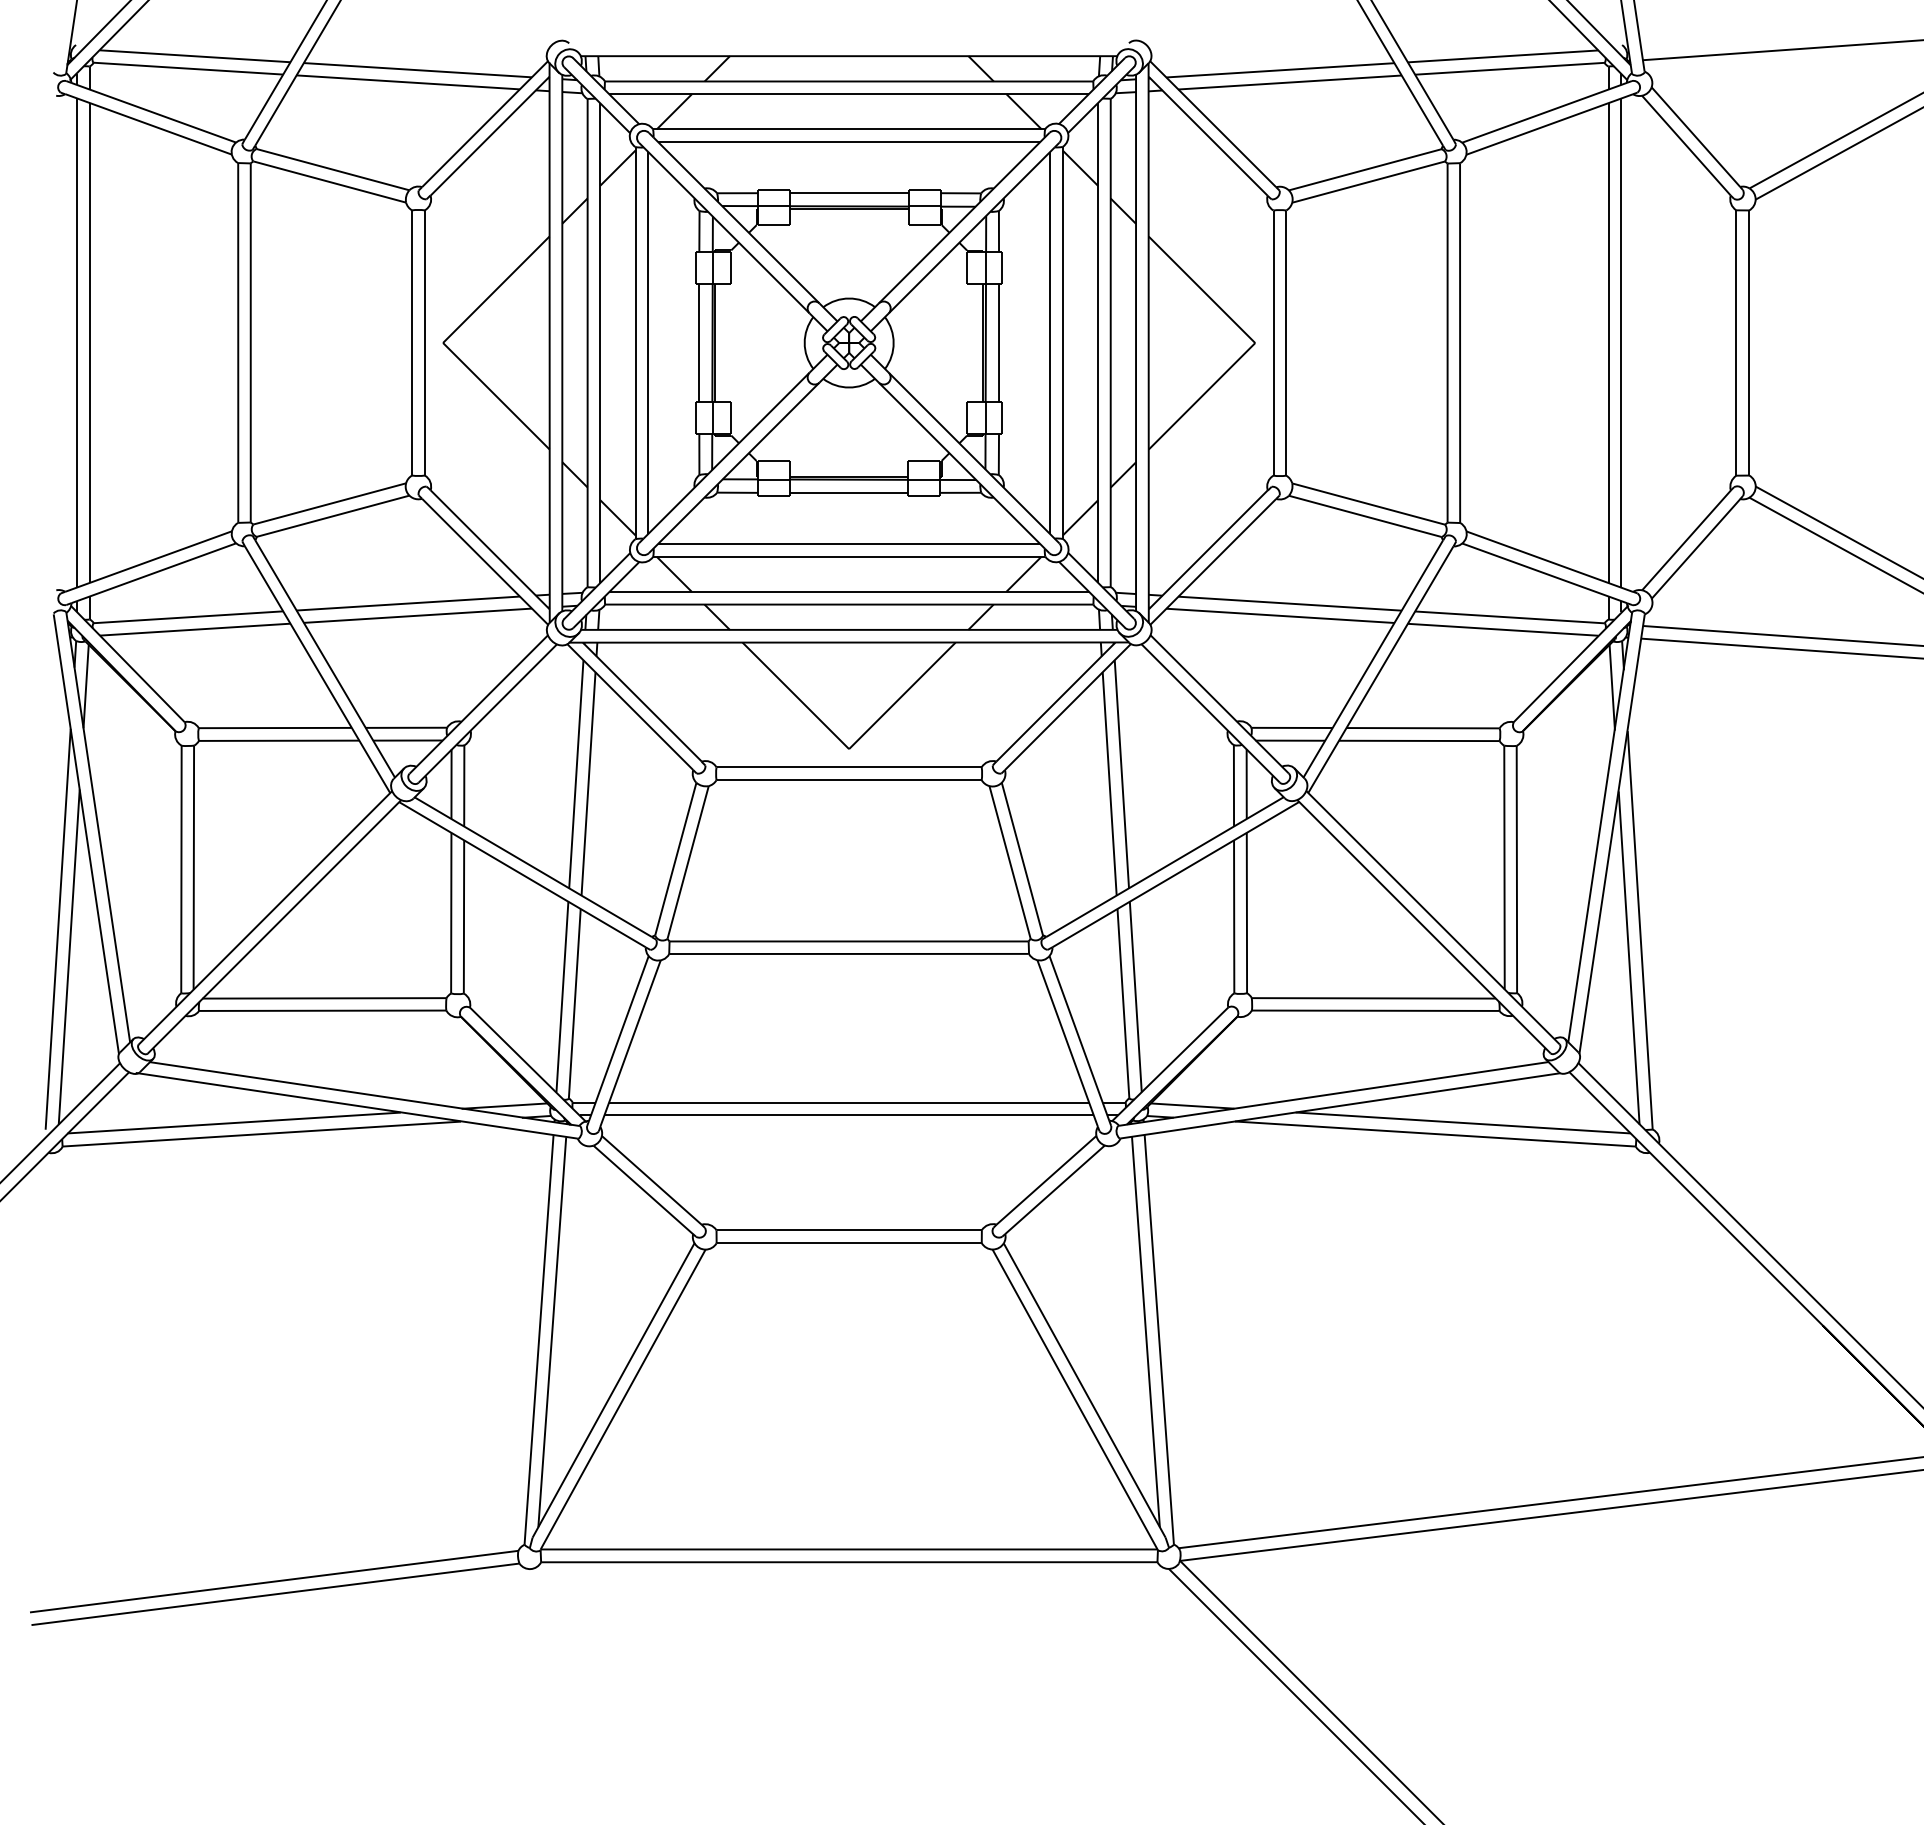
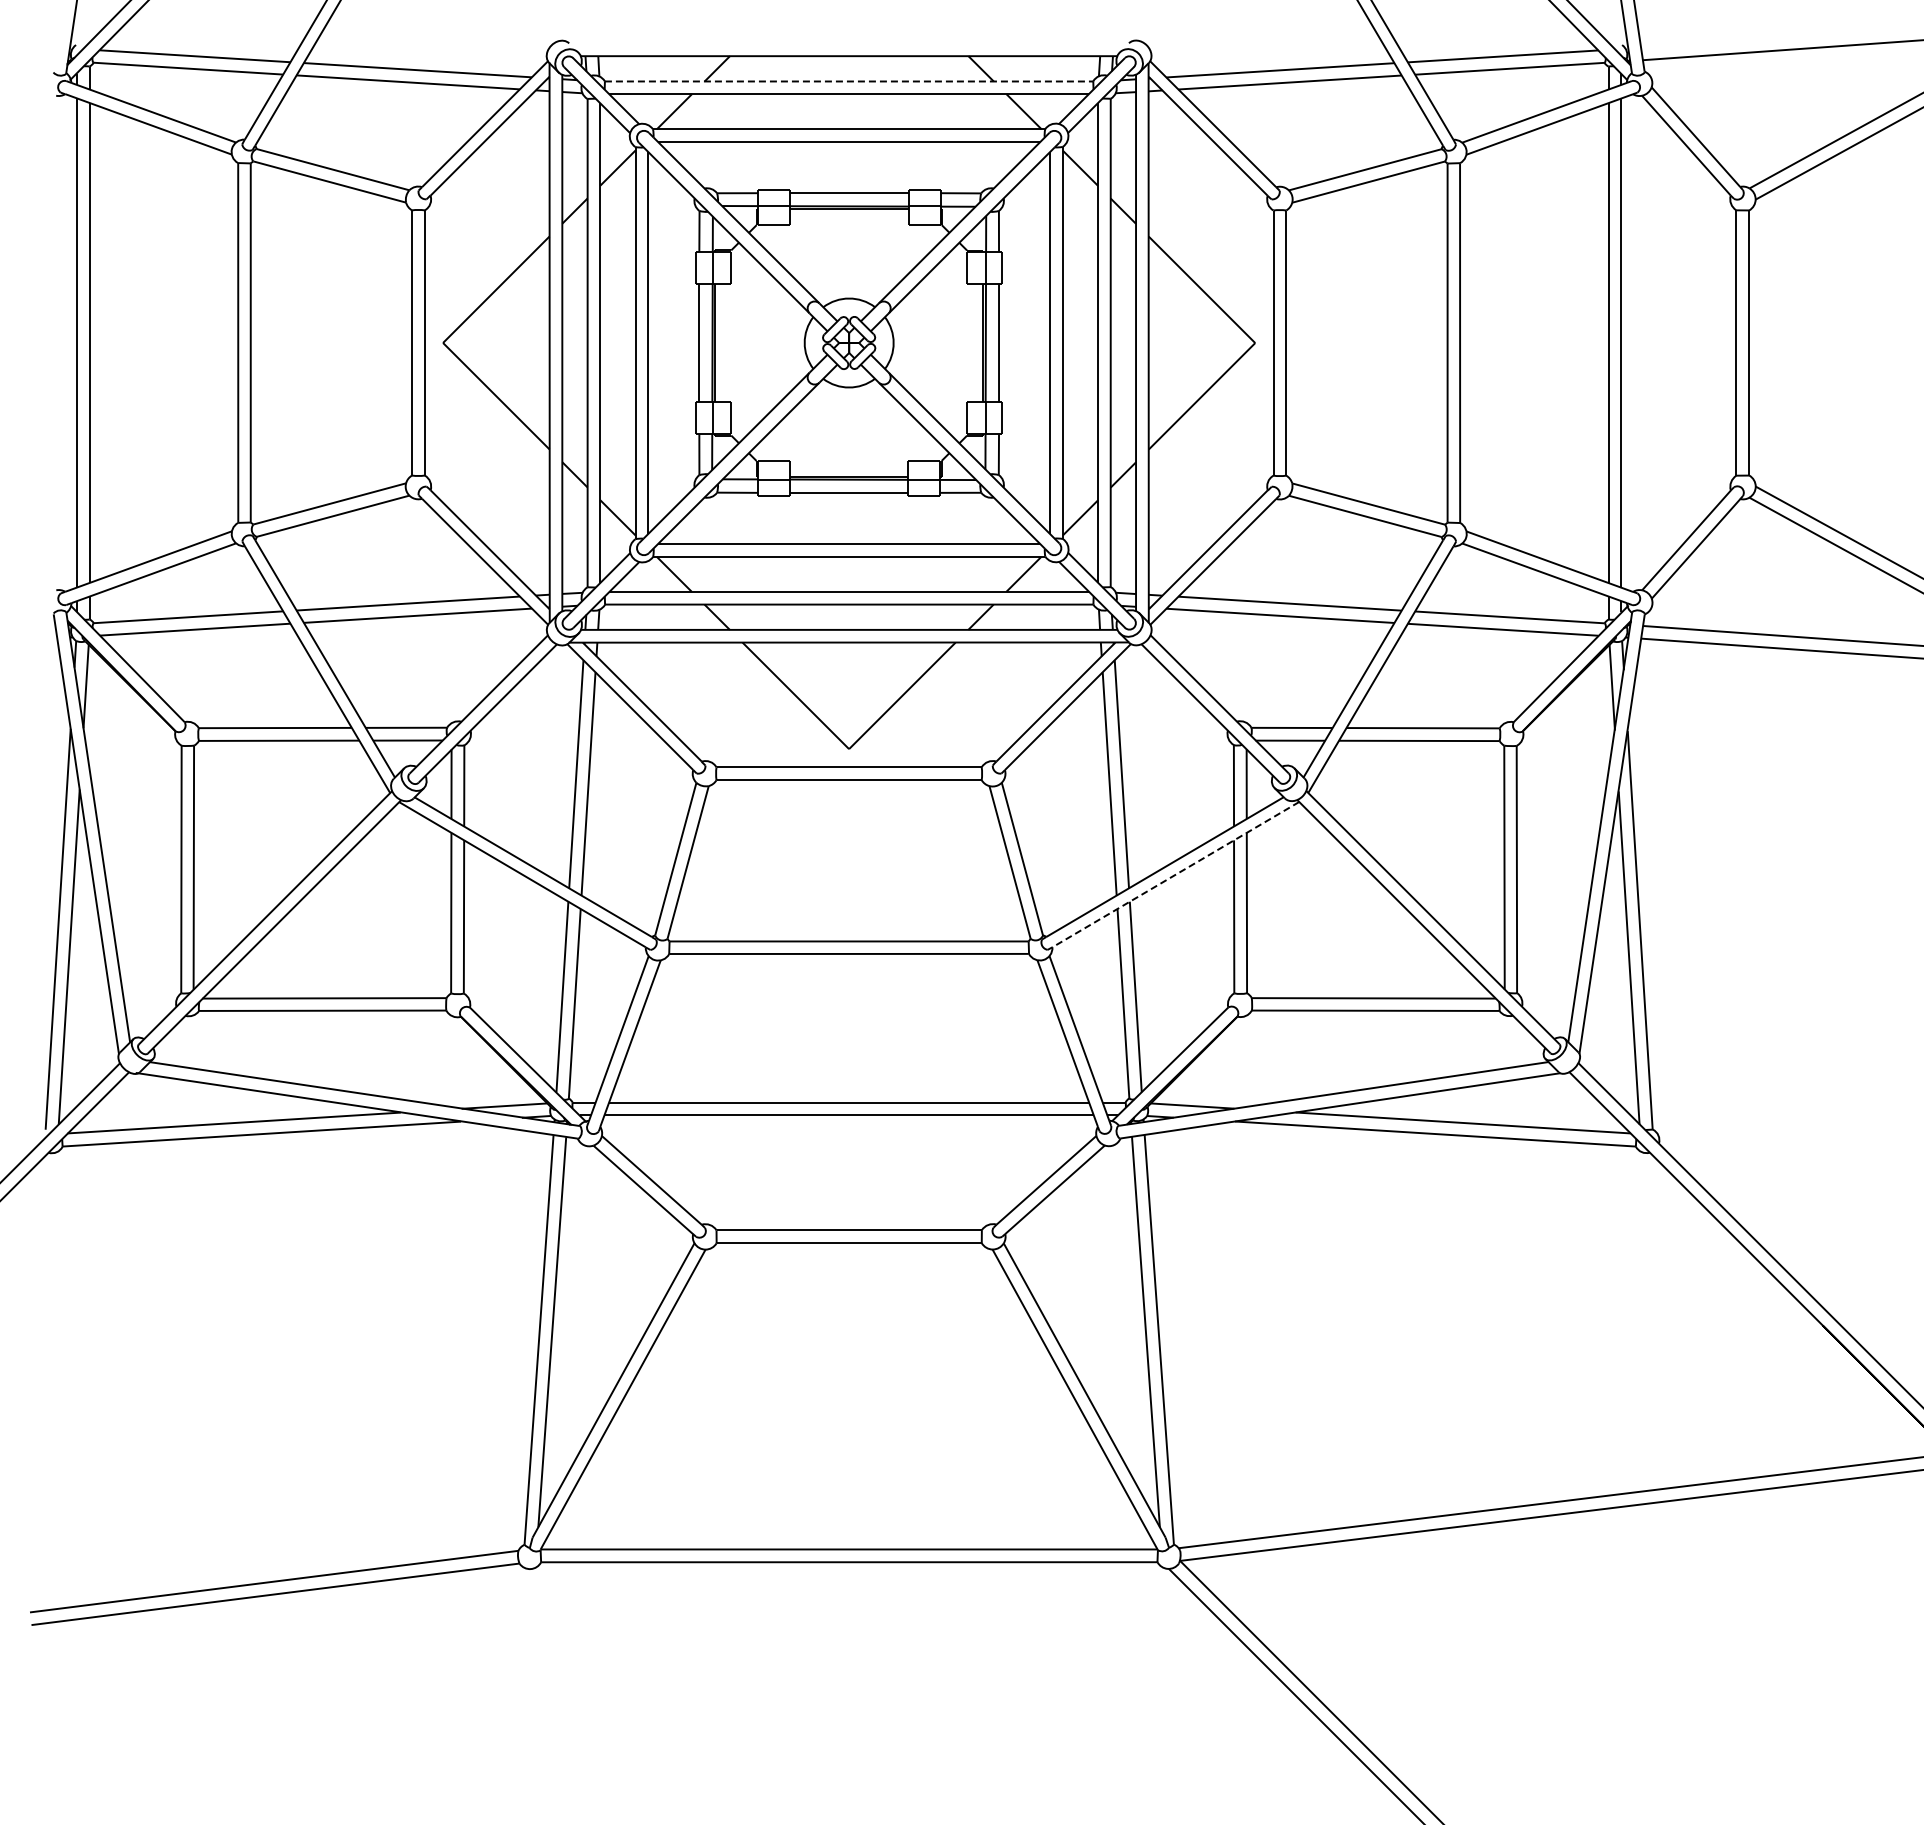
line at (849, 81): solid -> dashed
line at (1175, 874): solid -> dashed
